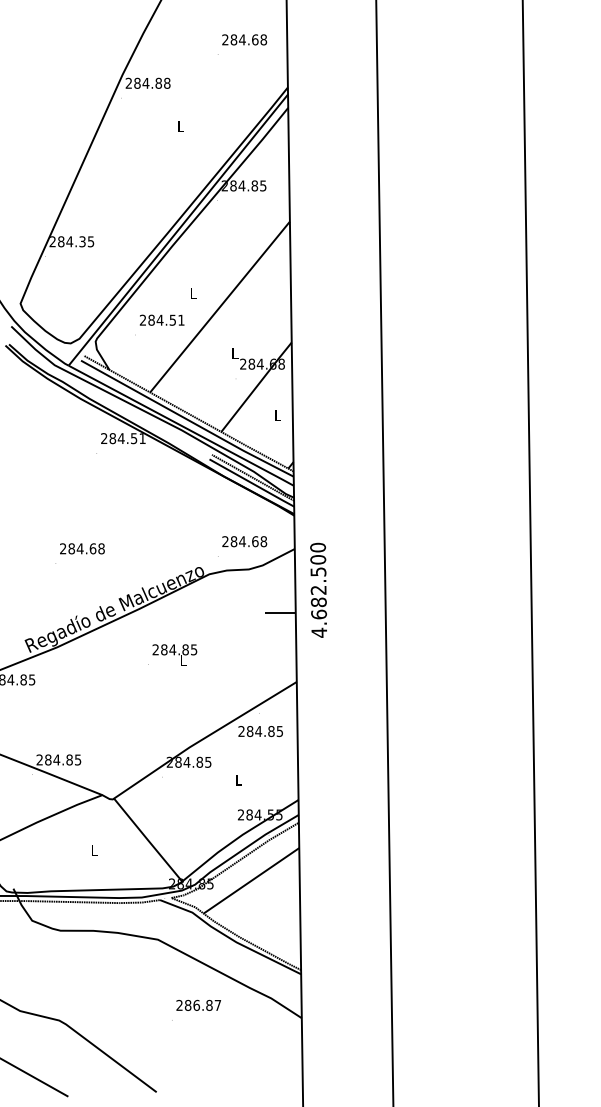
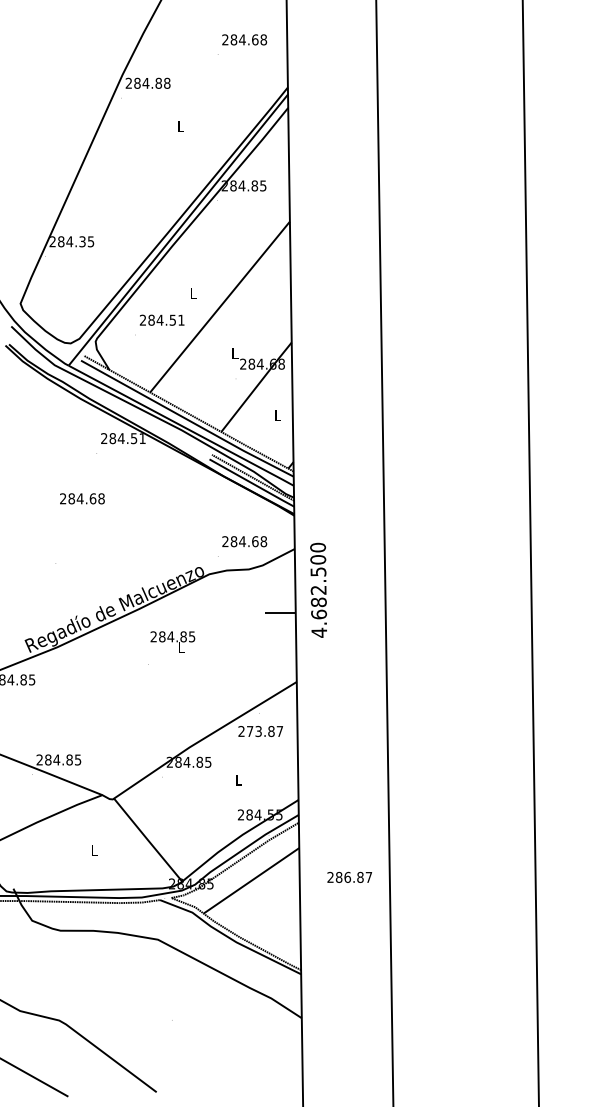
text at (82, 548) position: (82, 548) -> (82, 498)
text at (174, 654) position: (174, 654) -> (172, 641)
text at (264, 731): 284.85 -> 273.87
text at (198, 1004) position: (198, 1004) -> (349, 876)
